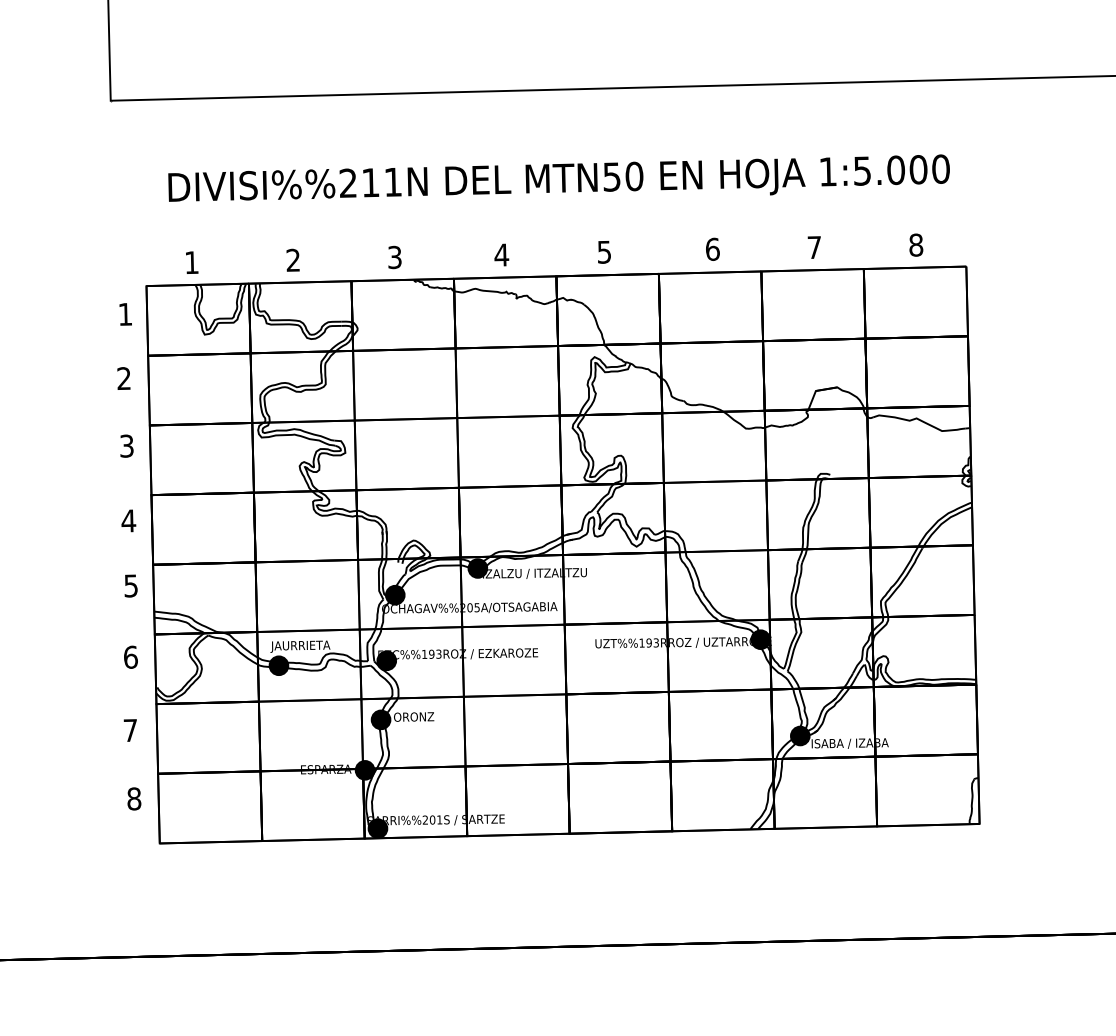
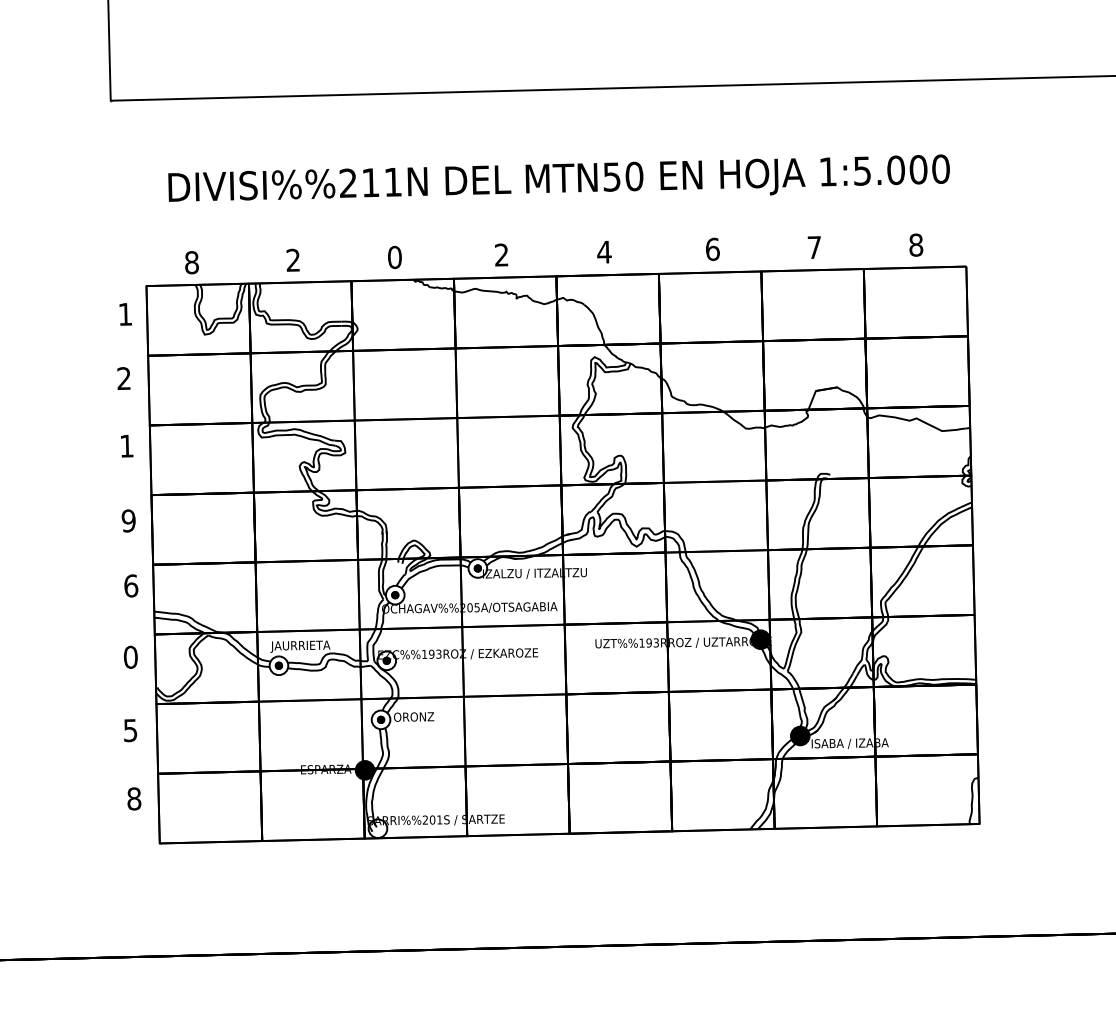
text at (604, 252): 5 -> 4
text at (501, 254): 4 -> 2
text at (394, 257): 3 -> 0
text at (191, 262): 1 -> 8
text at (126, 445): 3 -> 1
text at (128, 520): 4 -> 9
fill at (477, 568): present -> none
text at (131, 585): 5 -> 6
fill at (394, 594): present -> none
text at (130, 656): 6 -> 0
fill at (386, 660): present -> none
fill at (278, 665): present -> none
fill at (380, 719): present -> none
text at (130, 730): 7 -> 5
fill at (377, 828): present -> none
